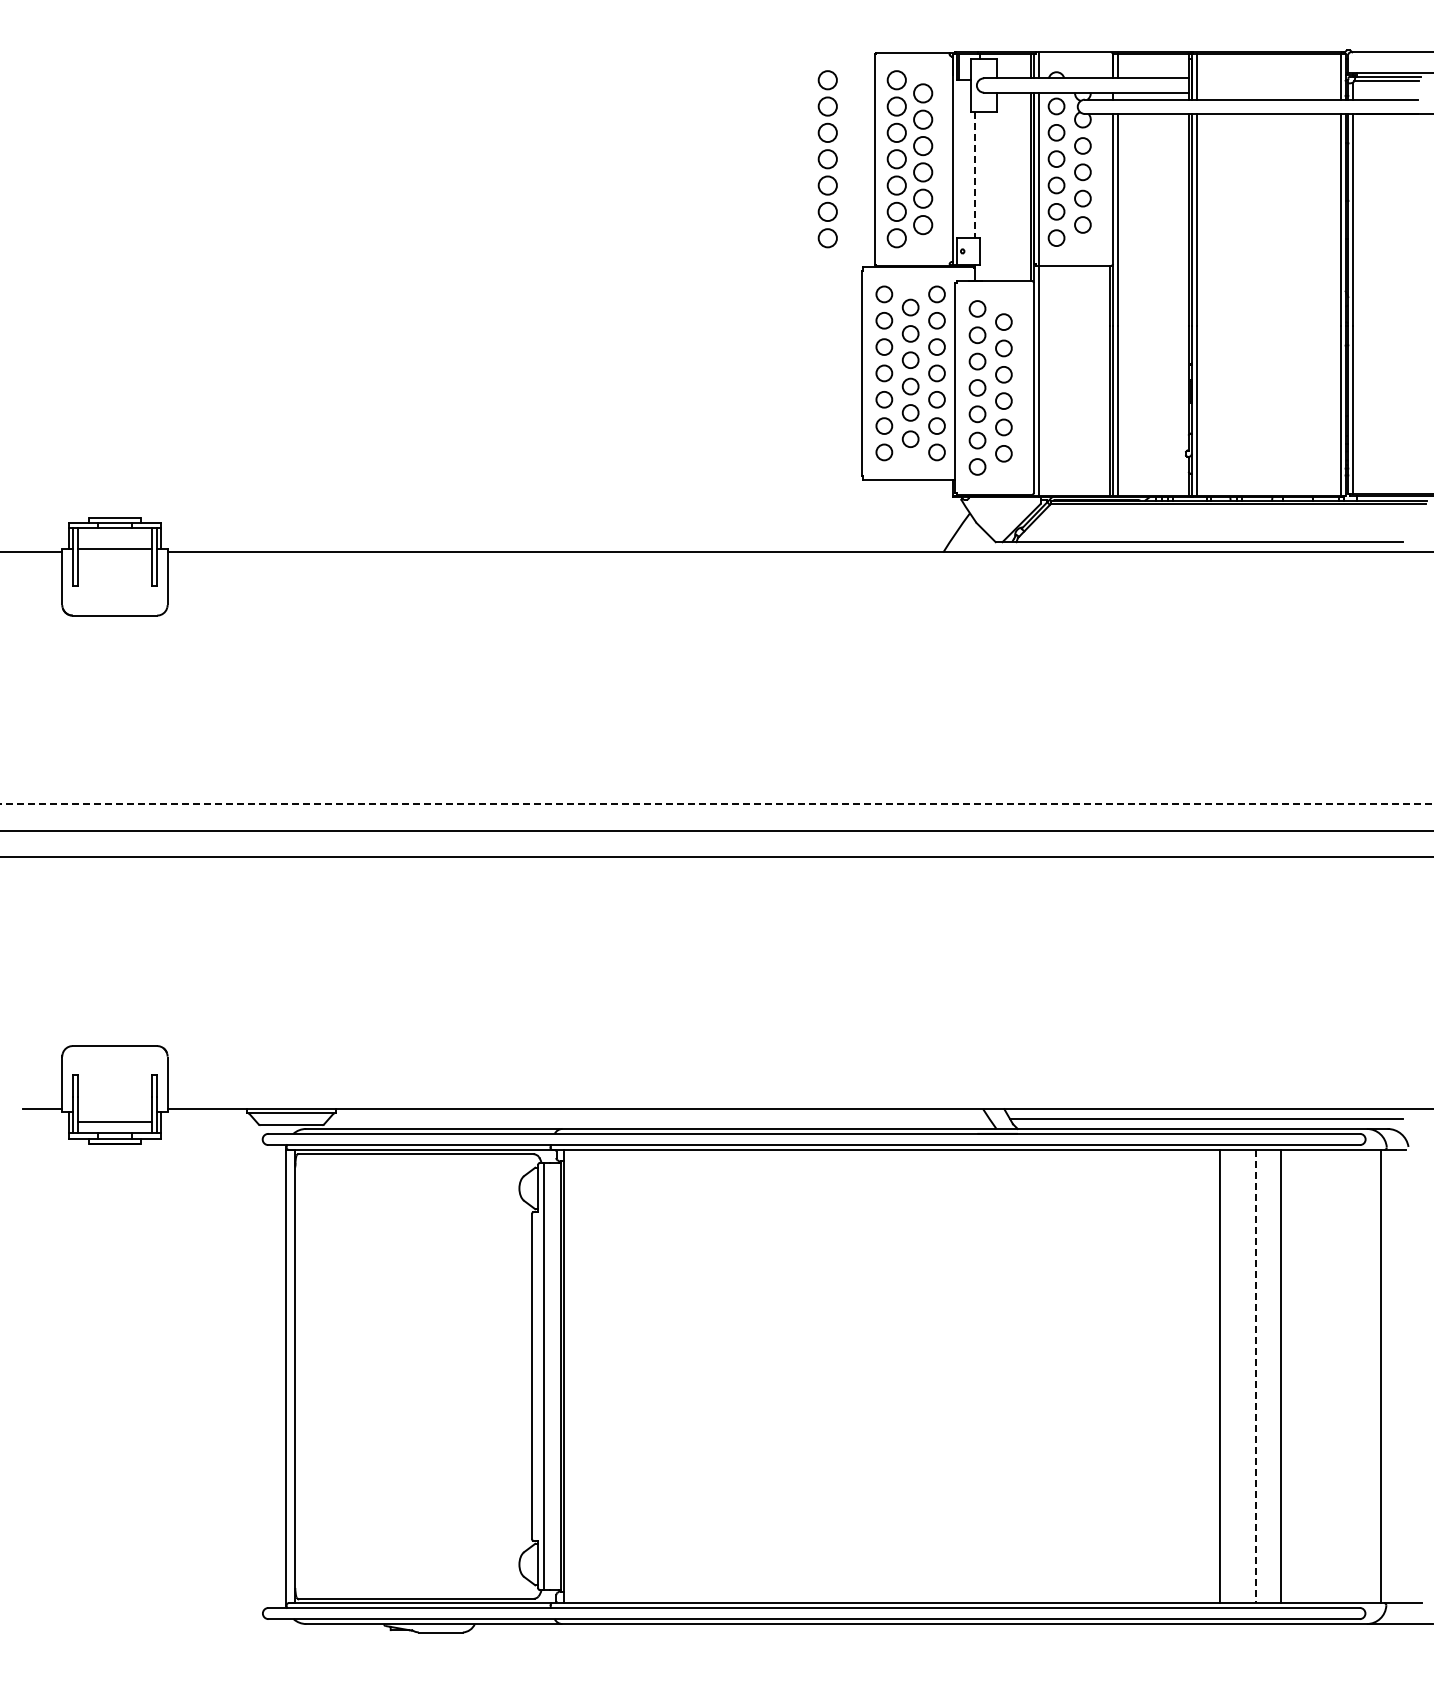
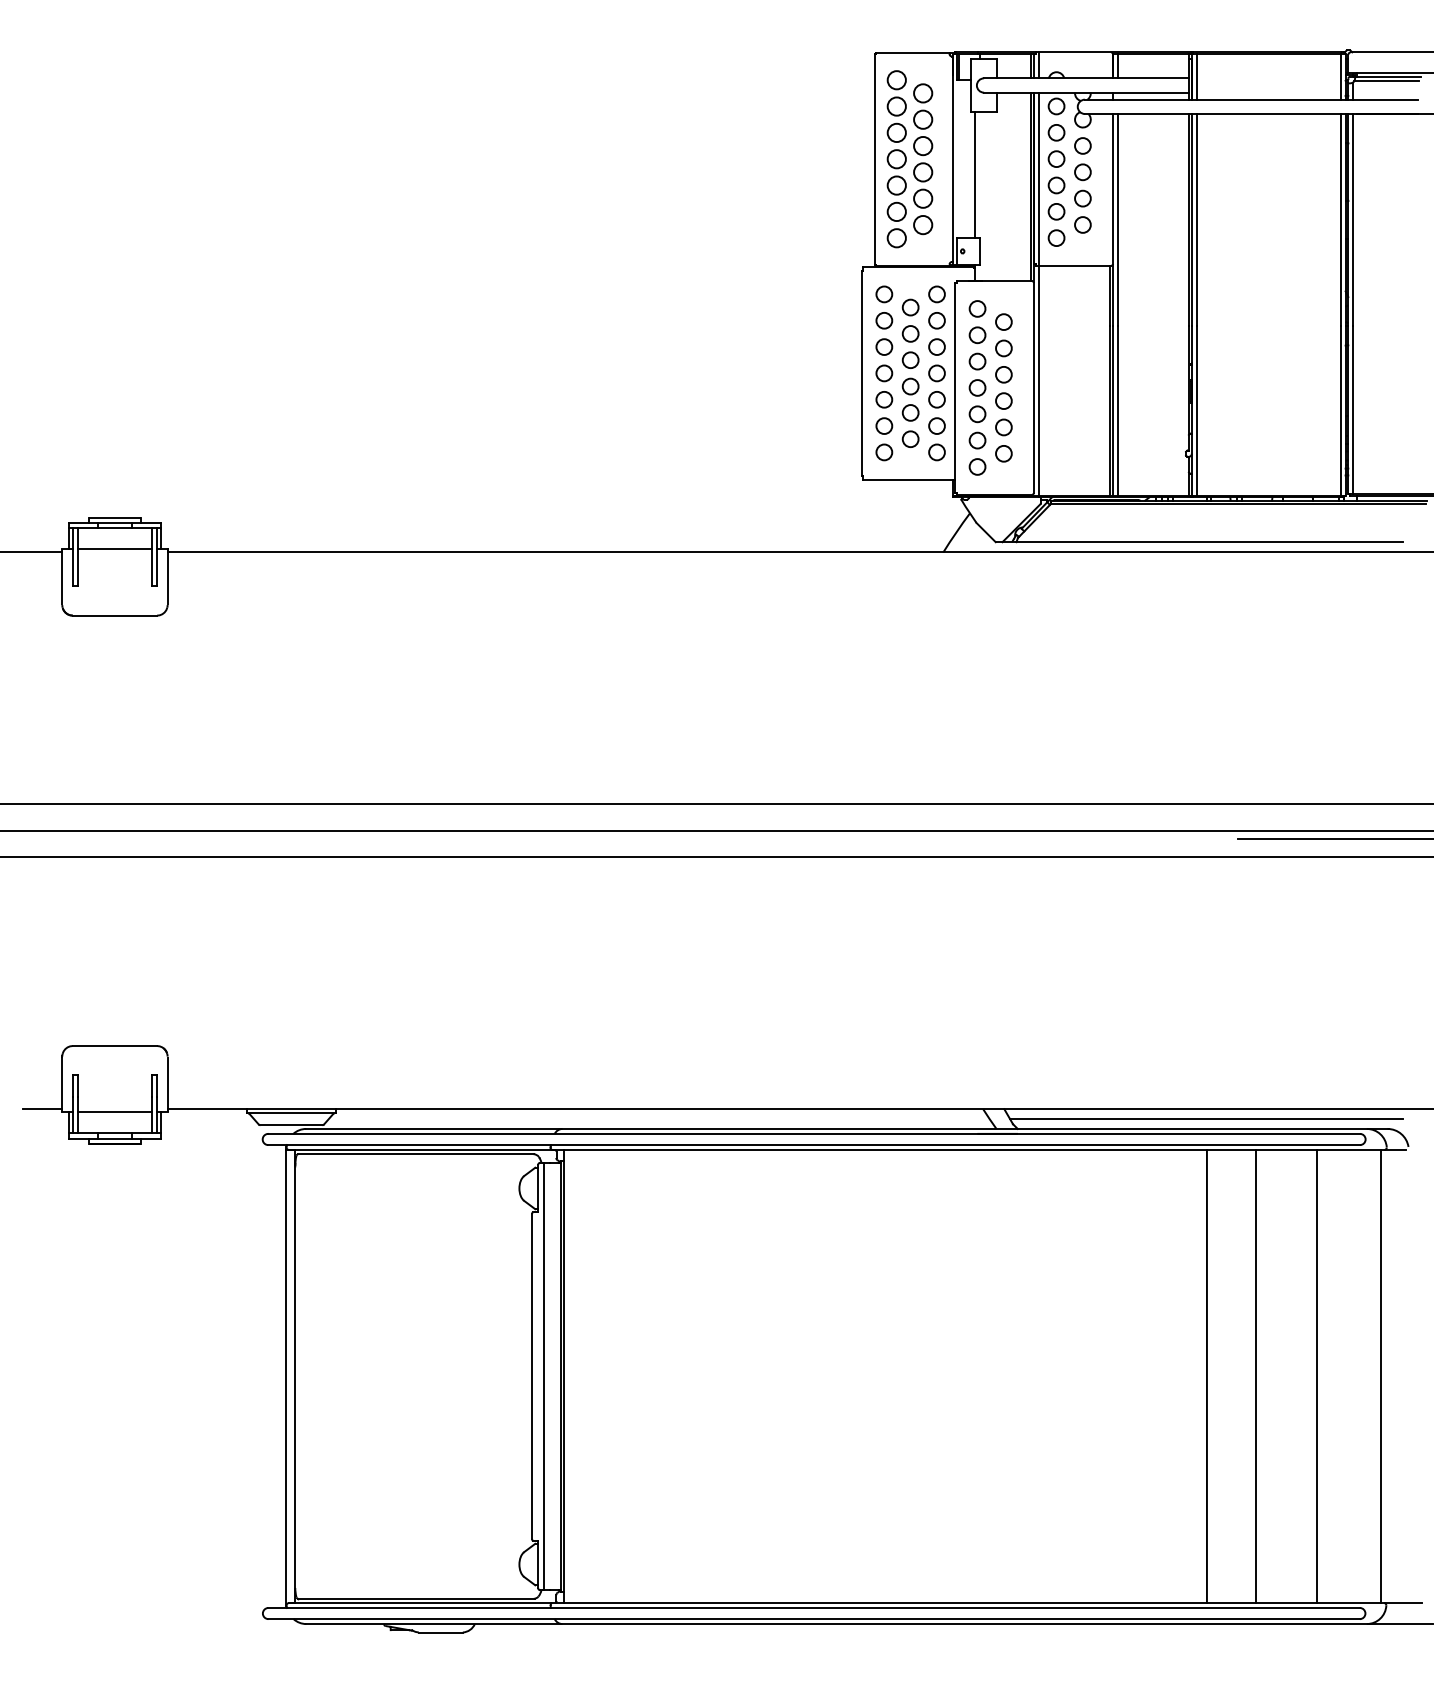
part at (827, 159): present -> none
line at (975, 175): dashed -> solid
line at (716, 804): dashed -> solid
line at (1333, 838): none -> present
line at (114, 1122) position: (114, 1122) -> (114, 1112)
line at (1219, 1376) position: (1219, 1376) -> (1206, 1376)
line at (1280, 1376) position: (1280, 1376) -> (1316, 1376)
line at (1256, 1377): dashed -> solid
